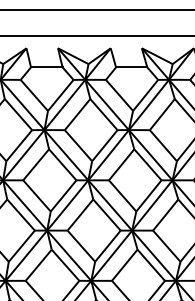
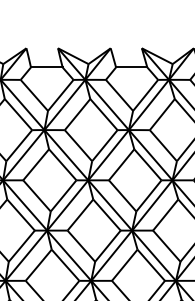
line at (96, 10): present -> none
line at (96, 35): present -> none
